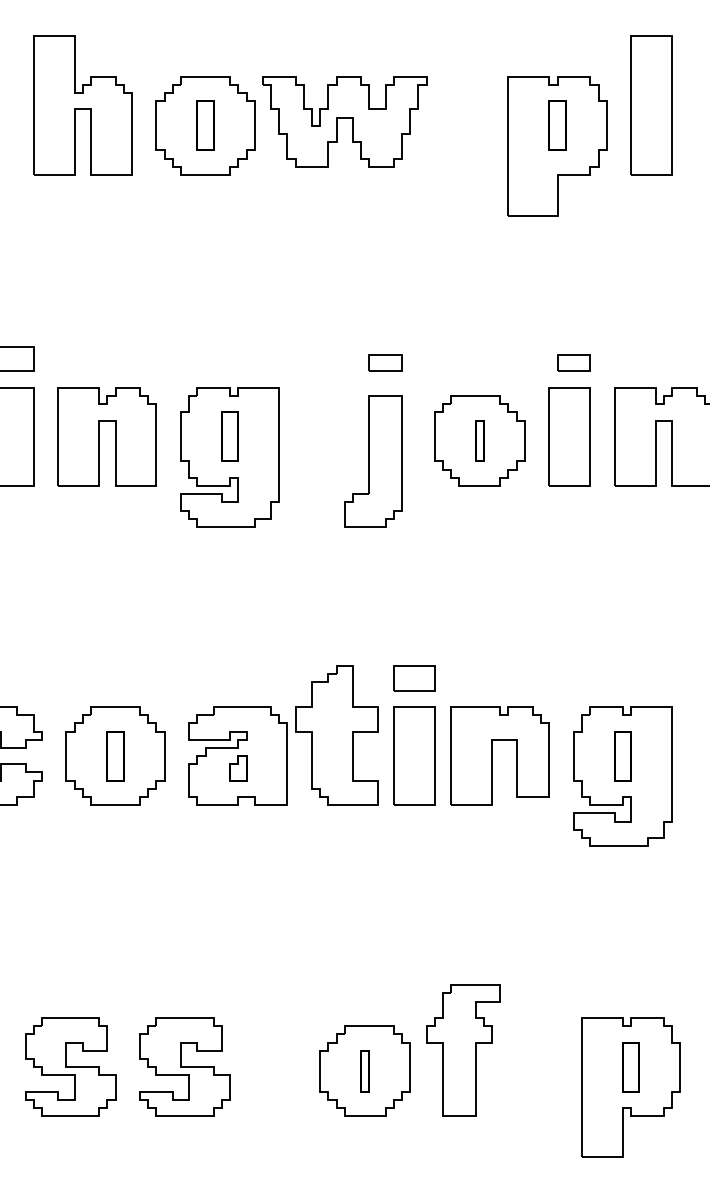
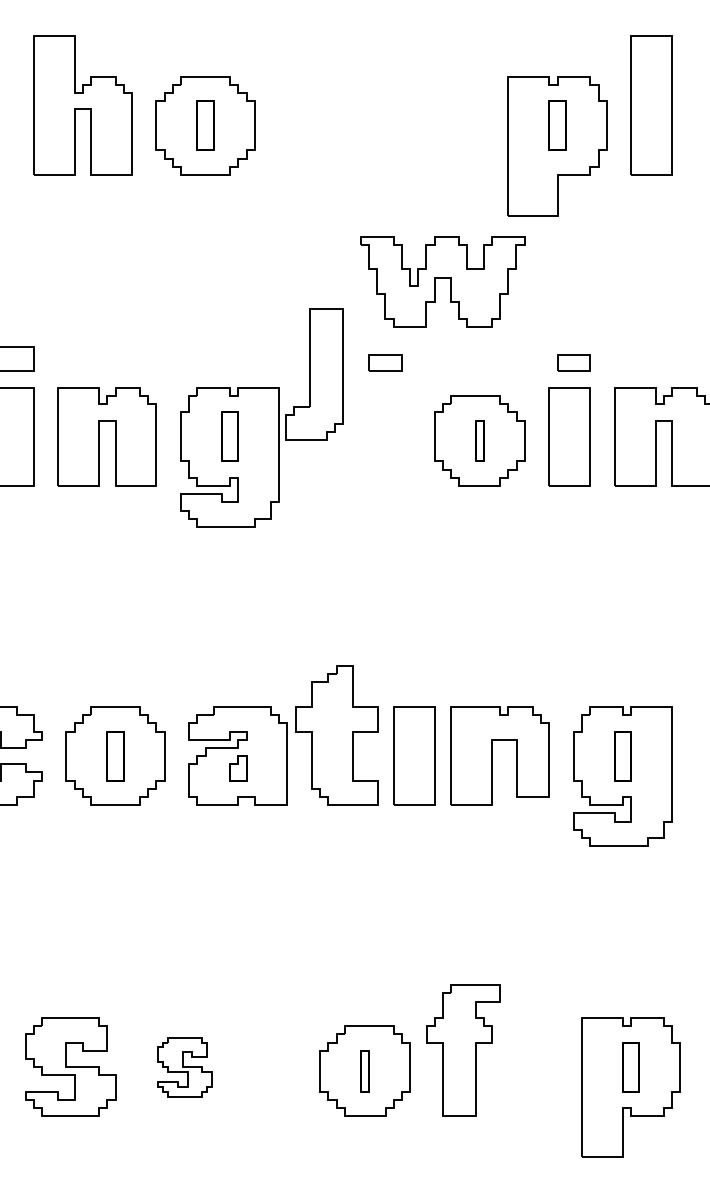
part at (344, 121) position: (344, 121) -> (442, 281)
part at (373, 461) position: (373, 461) -> (314, 374)
part at (414, 678): present -> none
part at (184, 1066) size: 92x100 px -> 56x61 px
